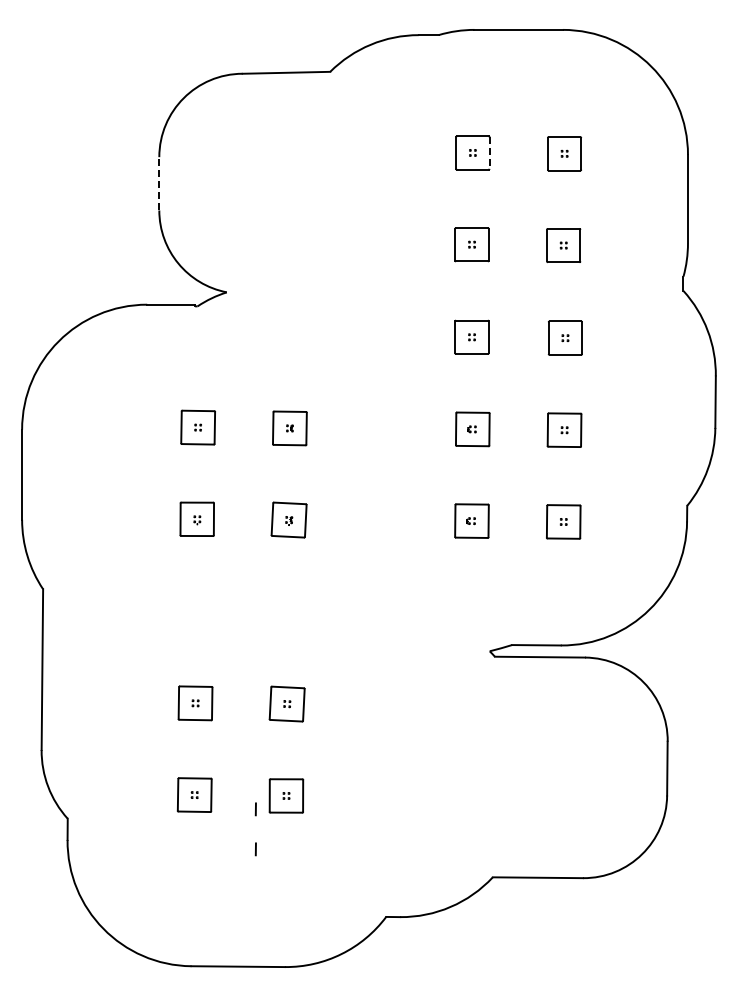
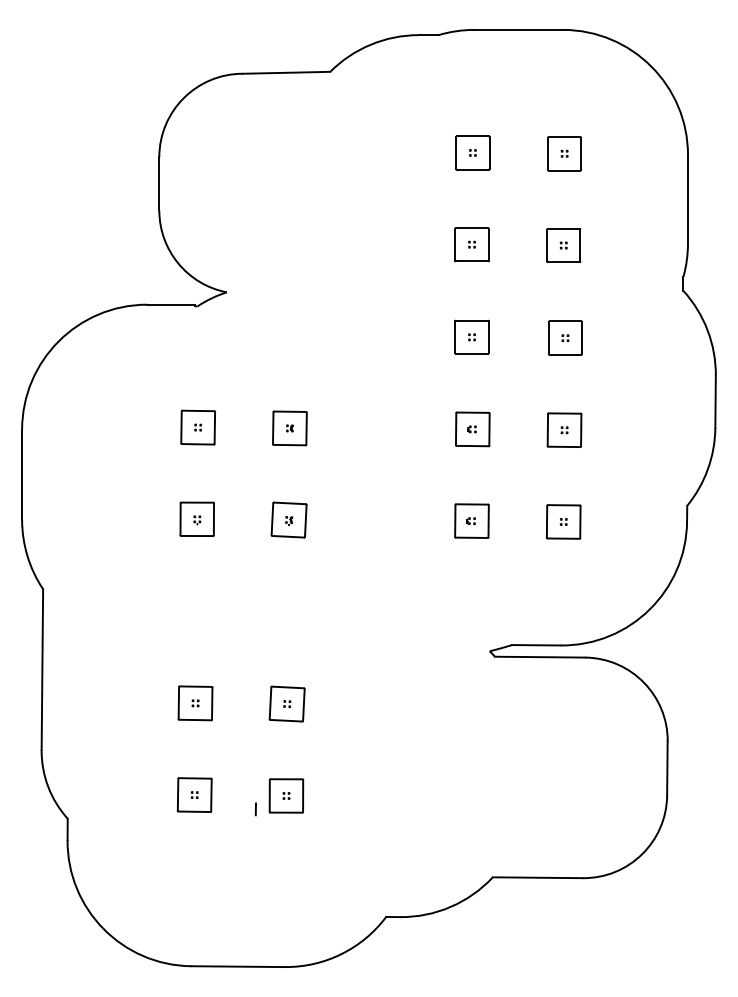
line at (489, 153): dashed -> solid
line at (159, 183): dashed -> solid
line at (255, 849): present -> none
